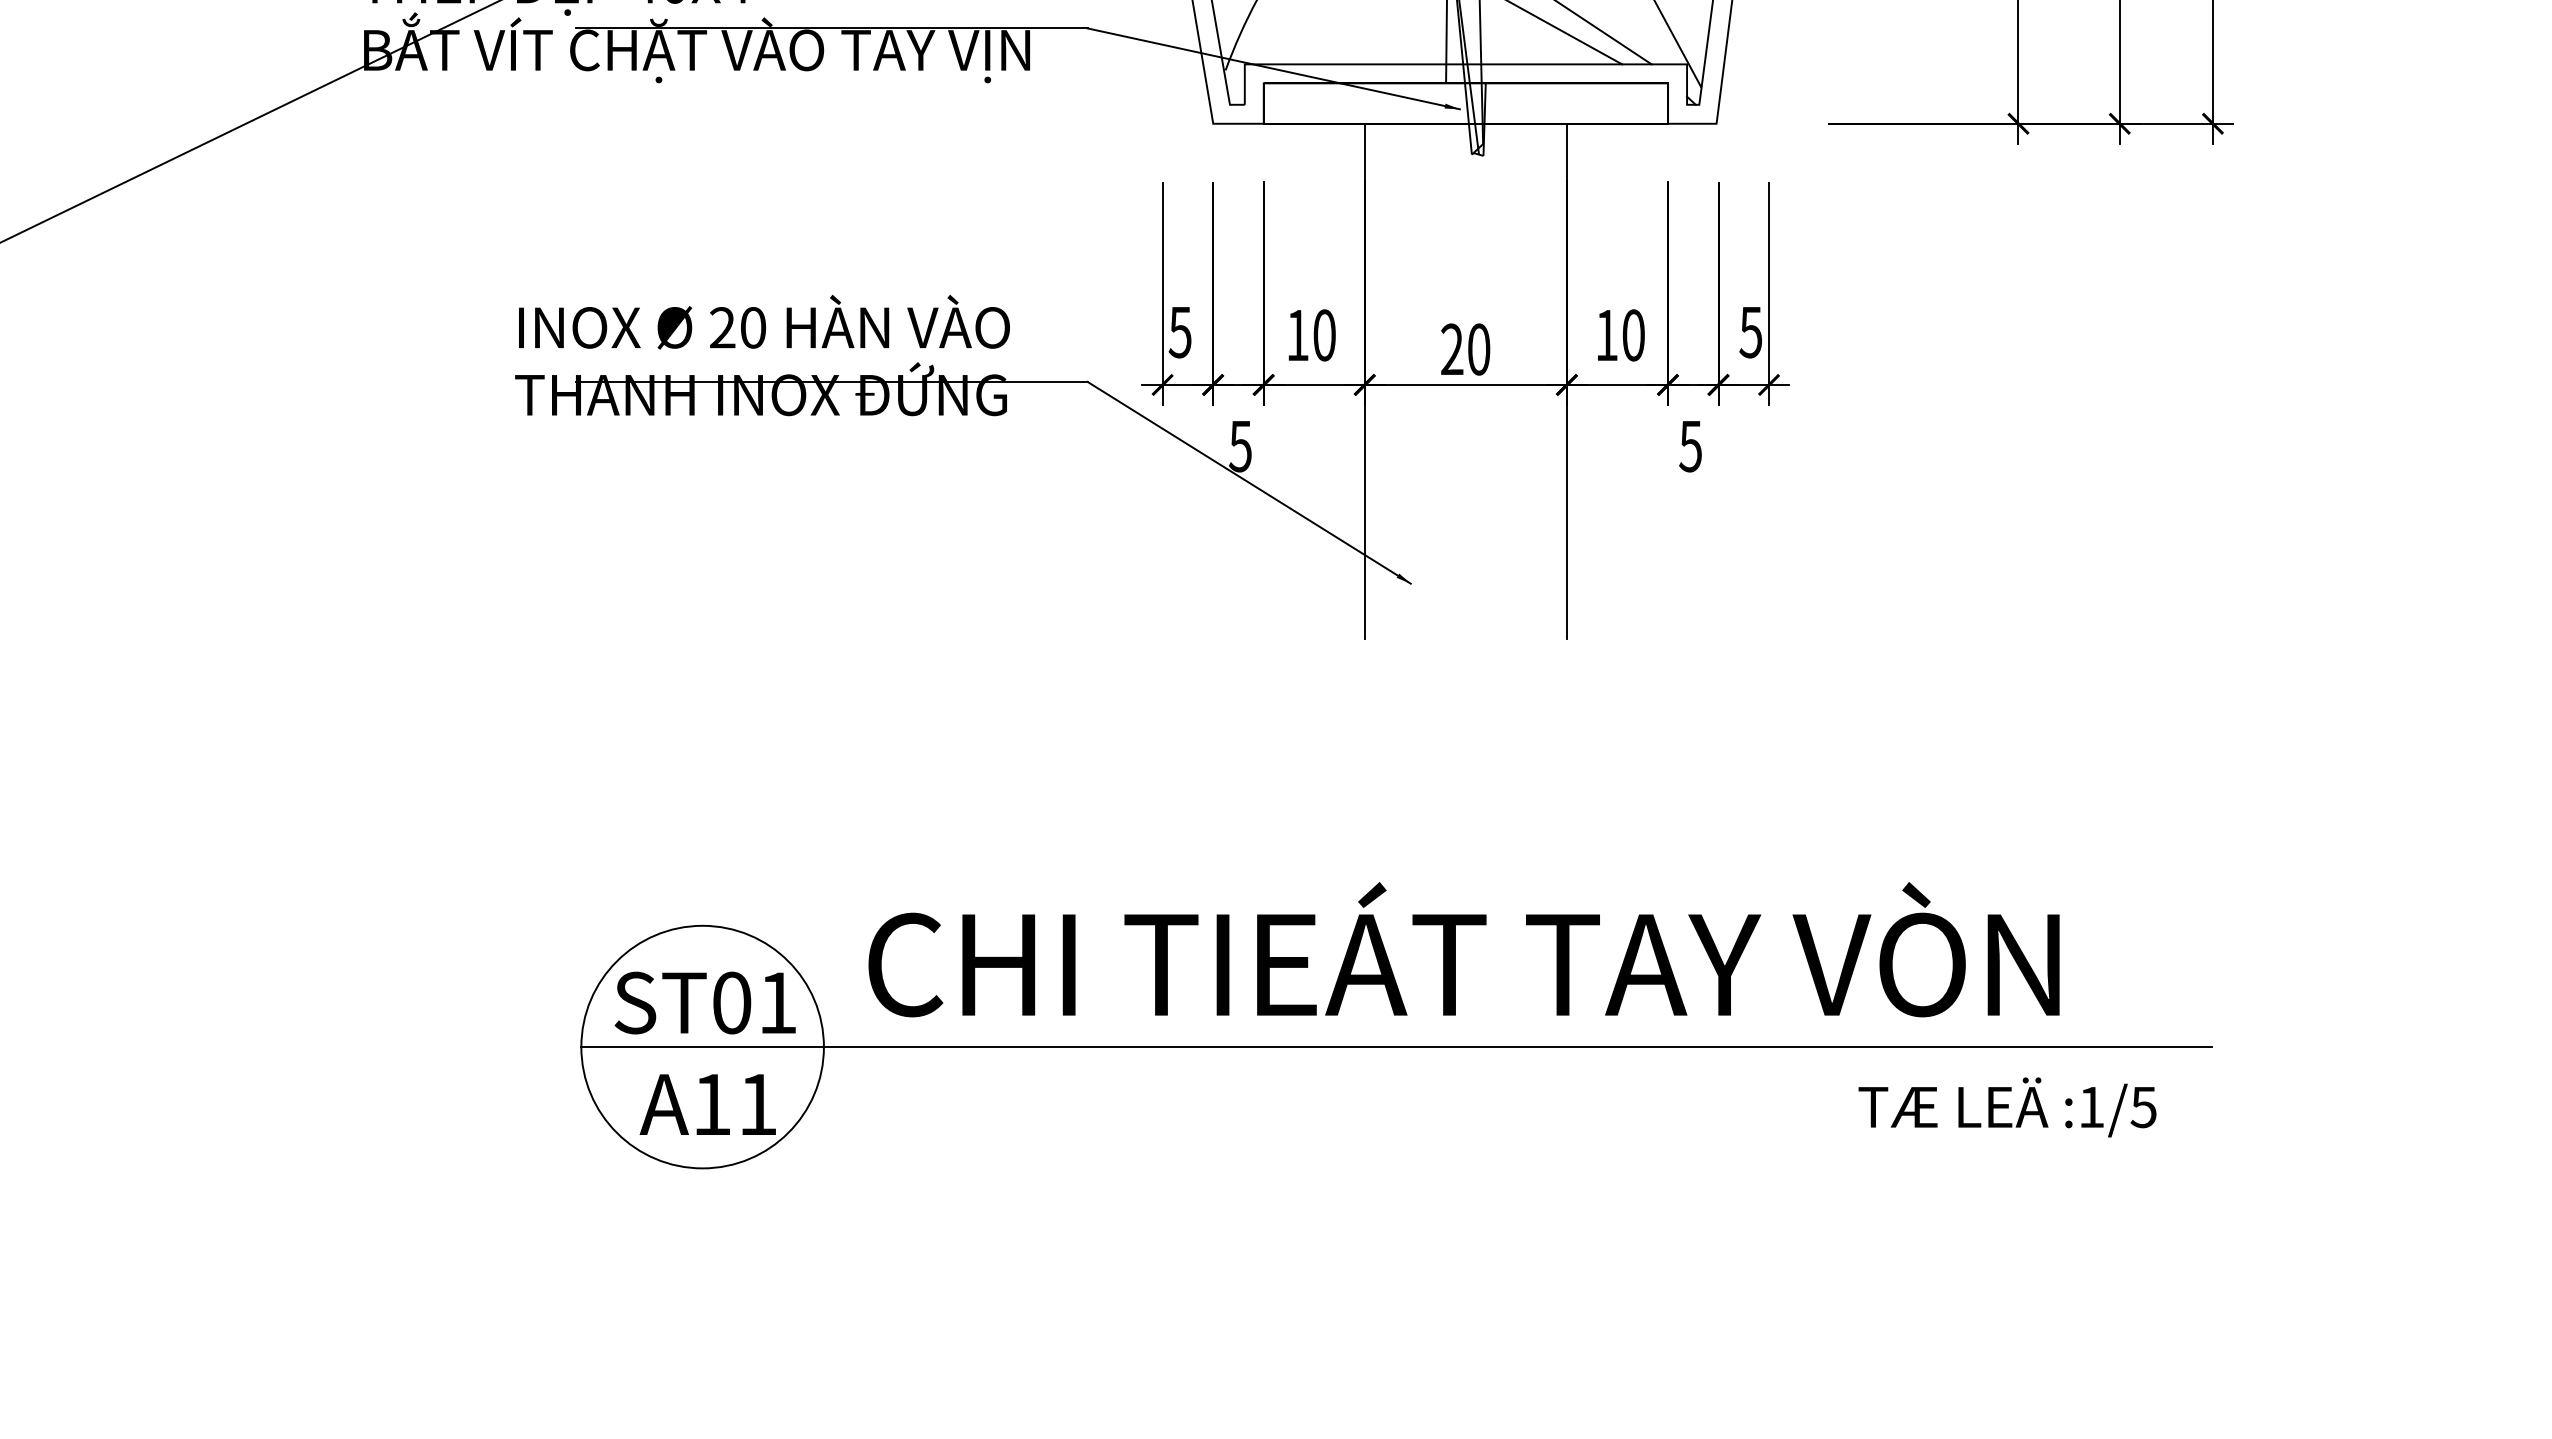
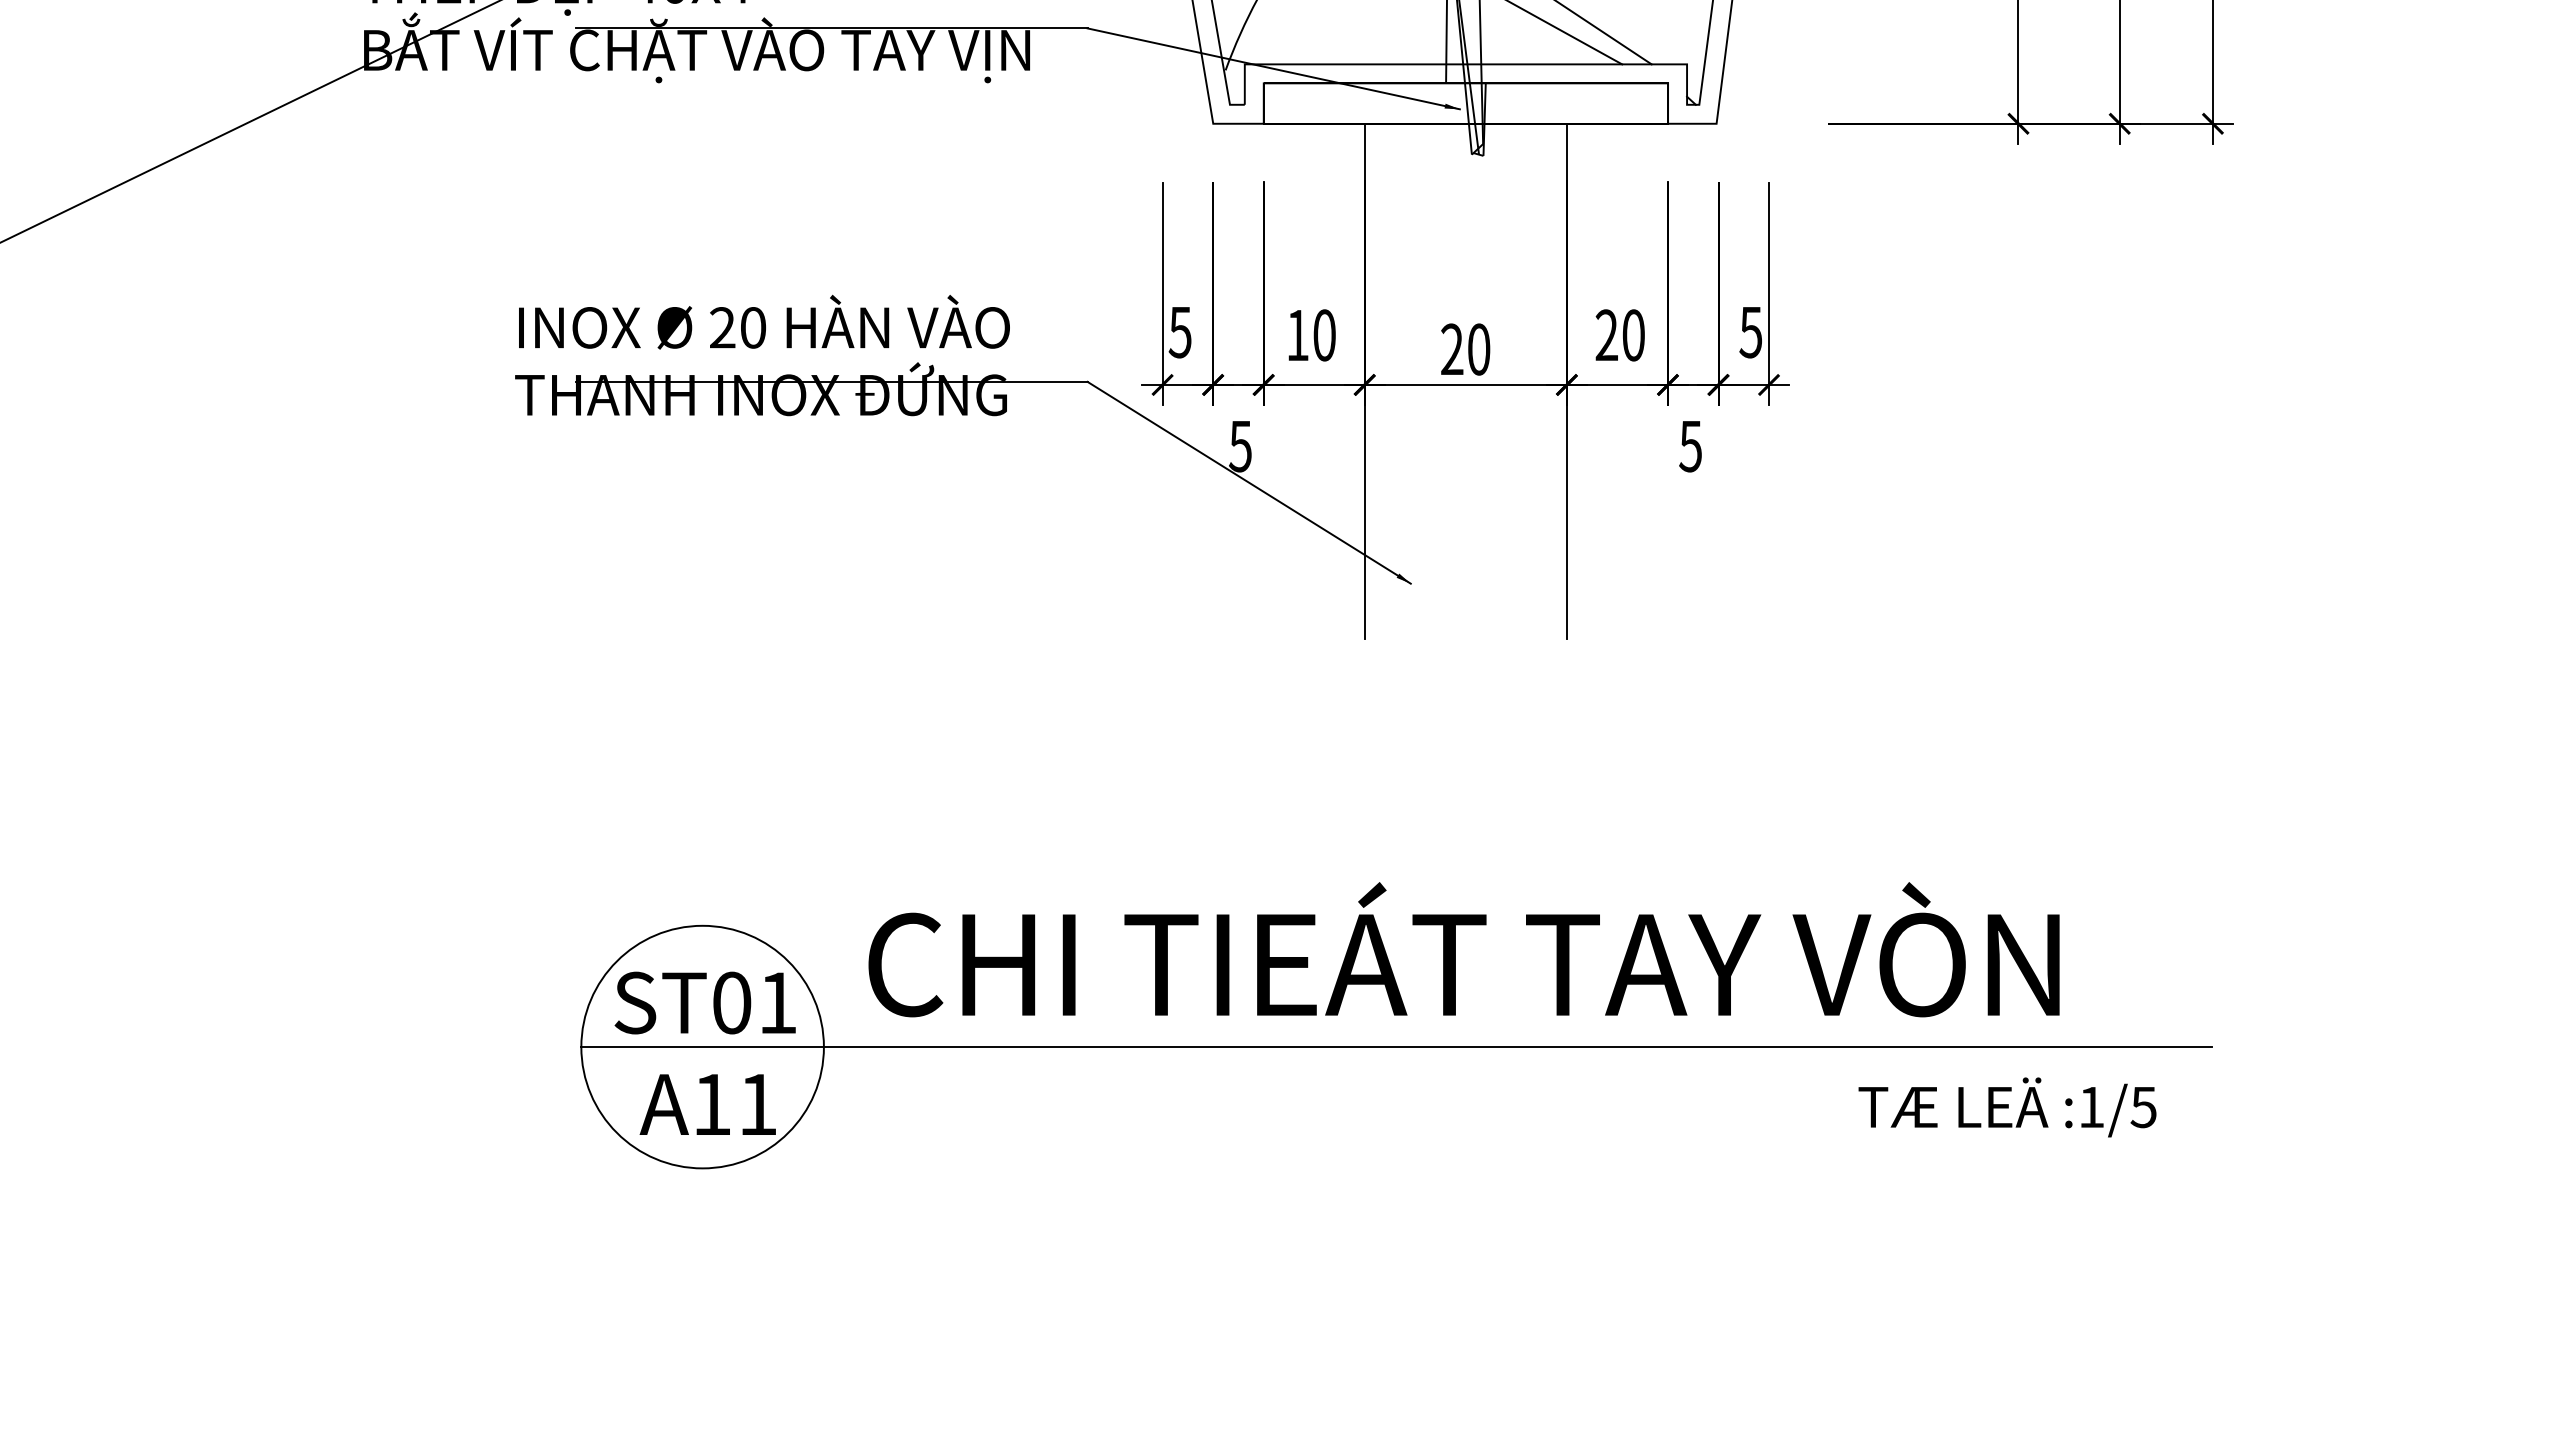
line at (1678, 44): present -> none
text at (1606, 334): 10 -> 20
